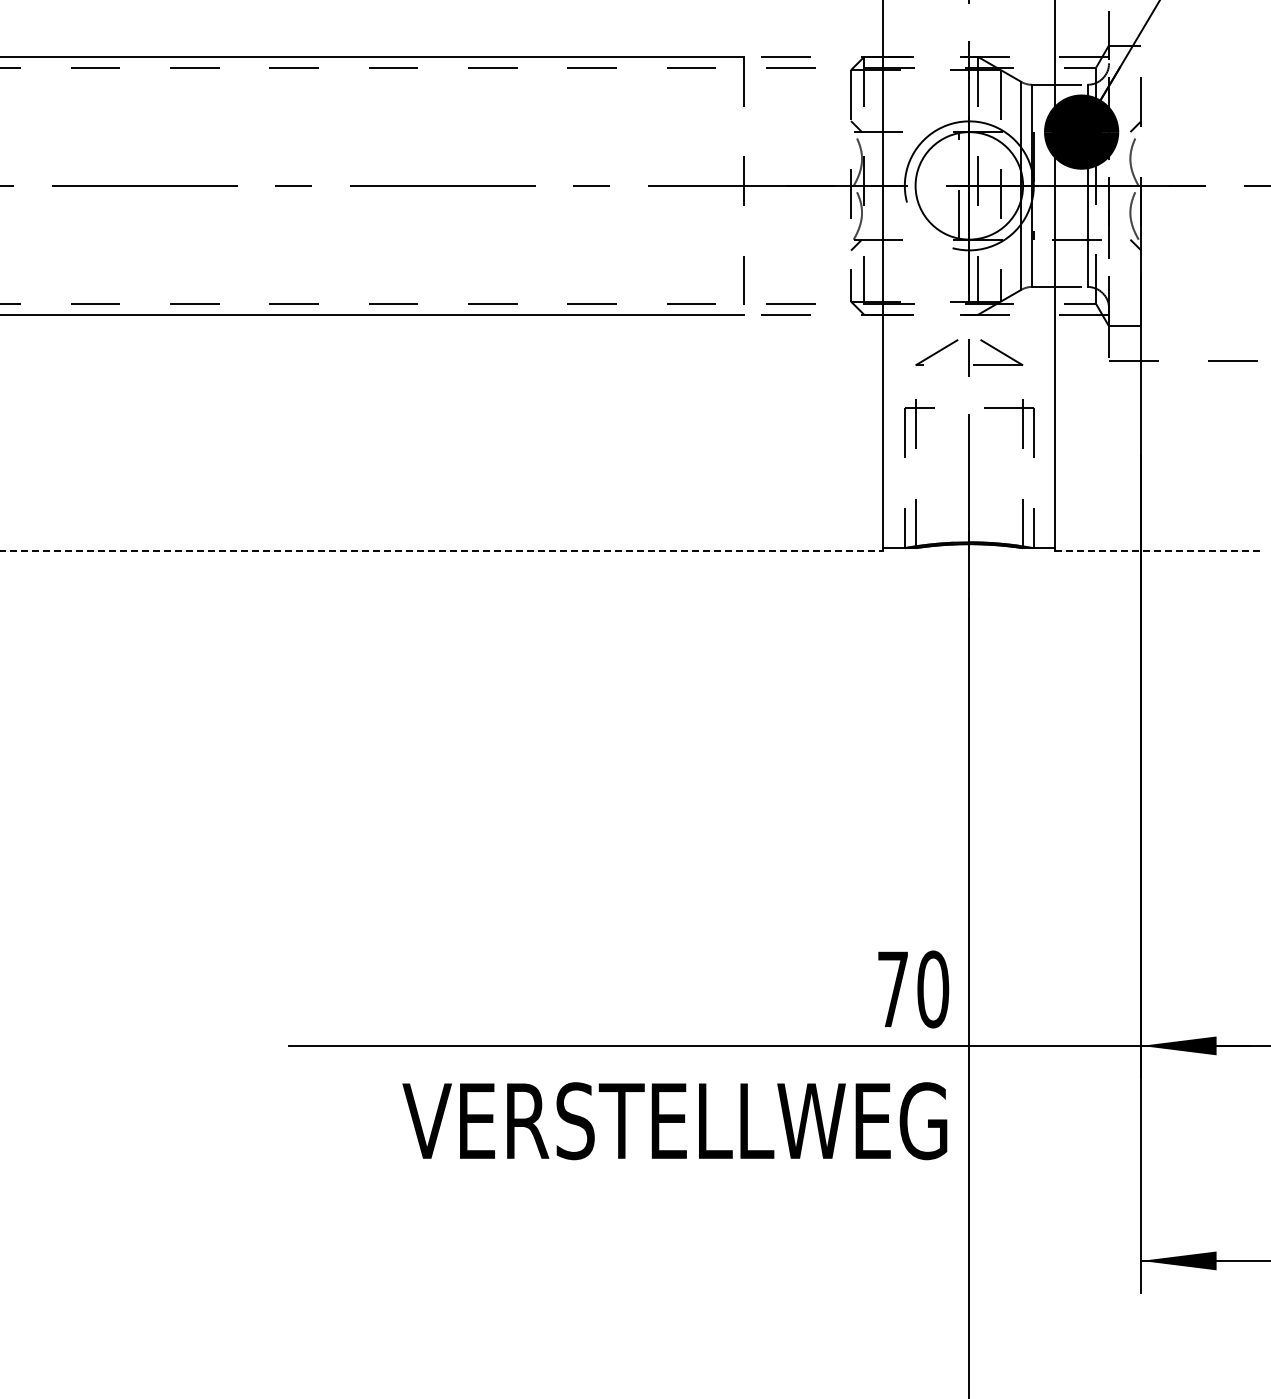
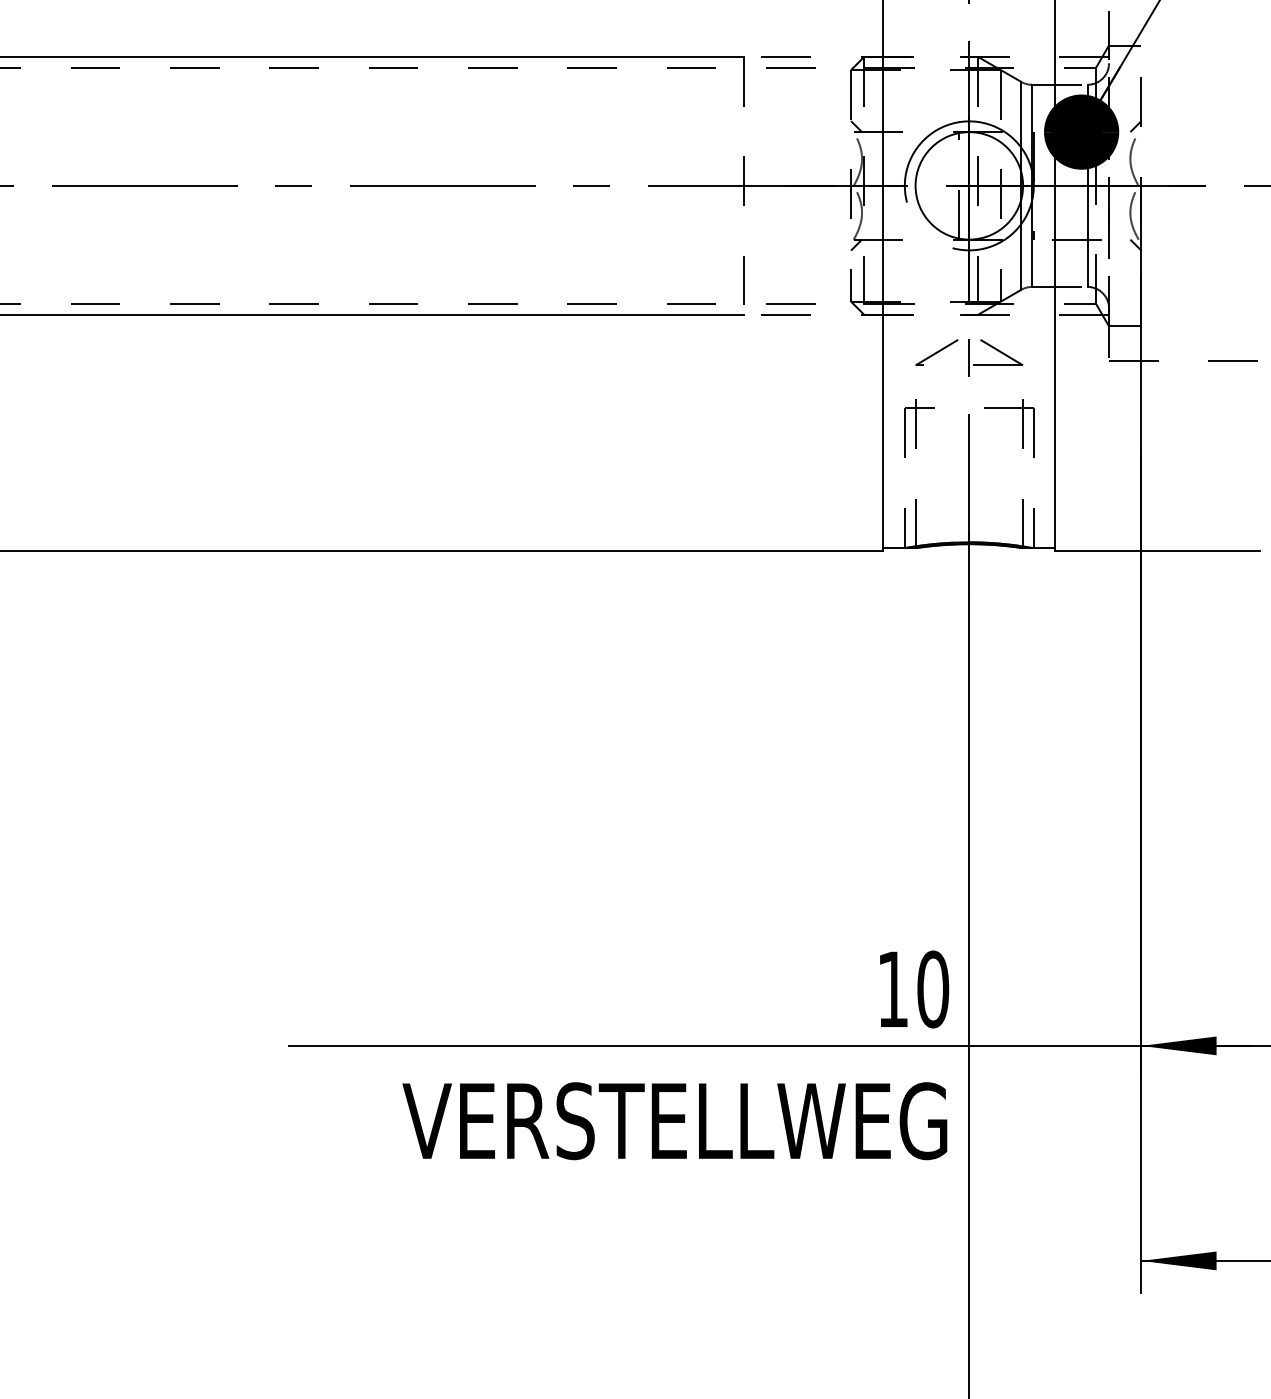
line at (442, 551): dashed -> solid
line at (1158, 551): dashed -> solid
text at (892, 988): 70 -> 10
